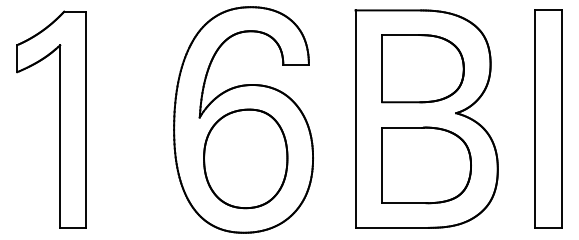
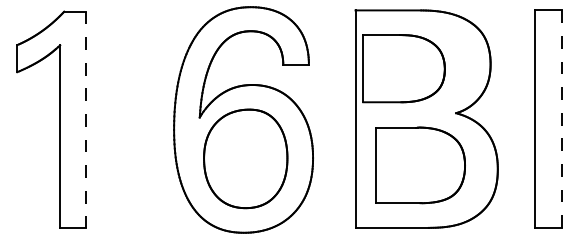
part at (422, 68) position: (422, 68) -> (403, 68)
line at (561, 119): solid -> dashed
line at (86, 120): solid -> dashed
part at (426, 165) position: (426, 165) -> (420, 165)
